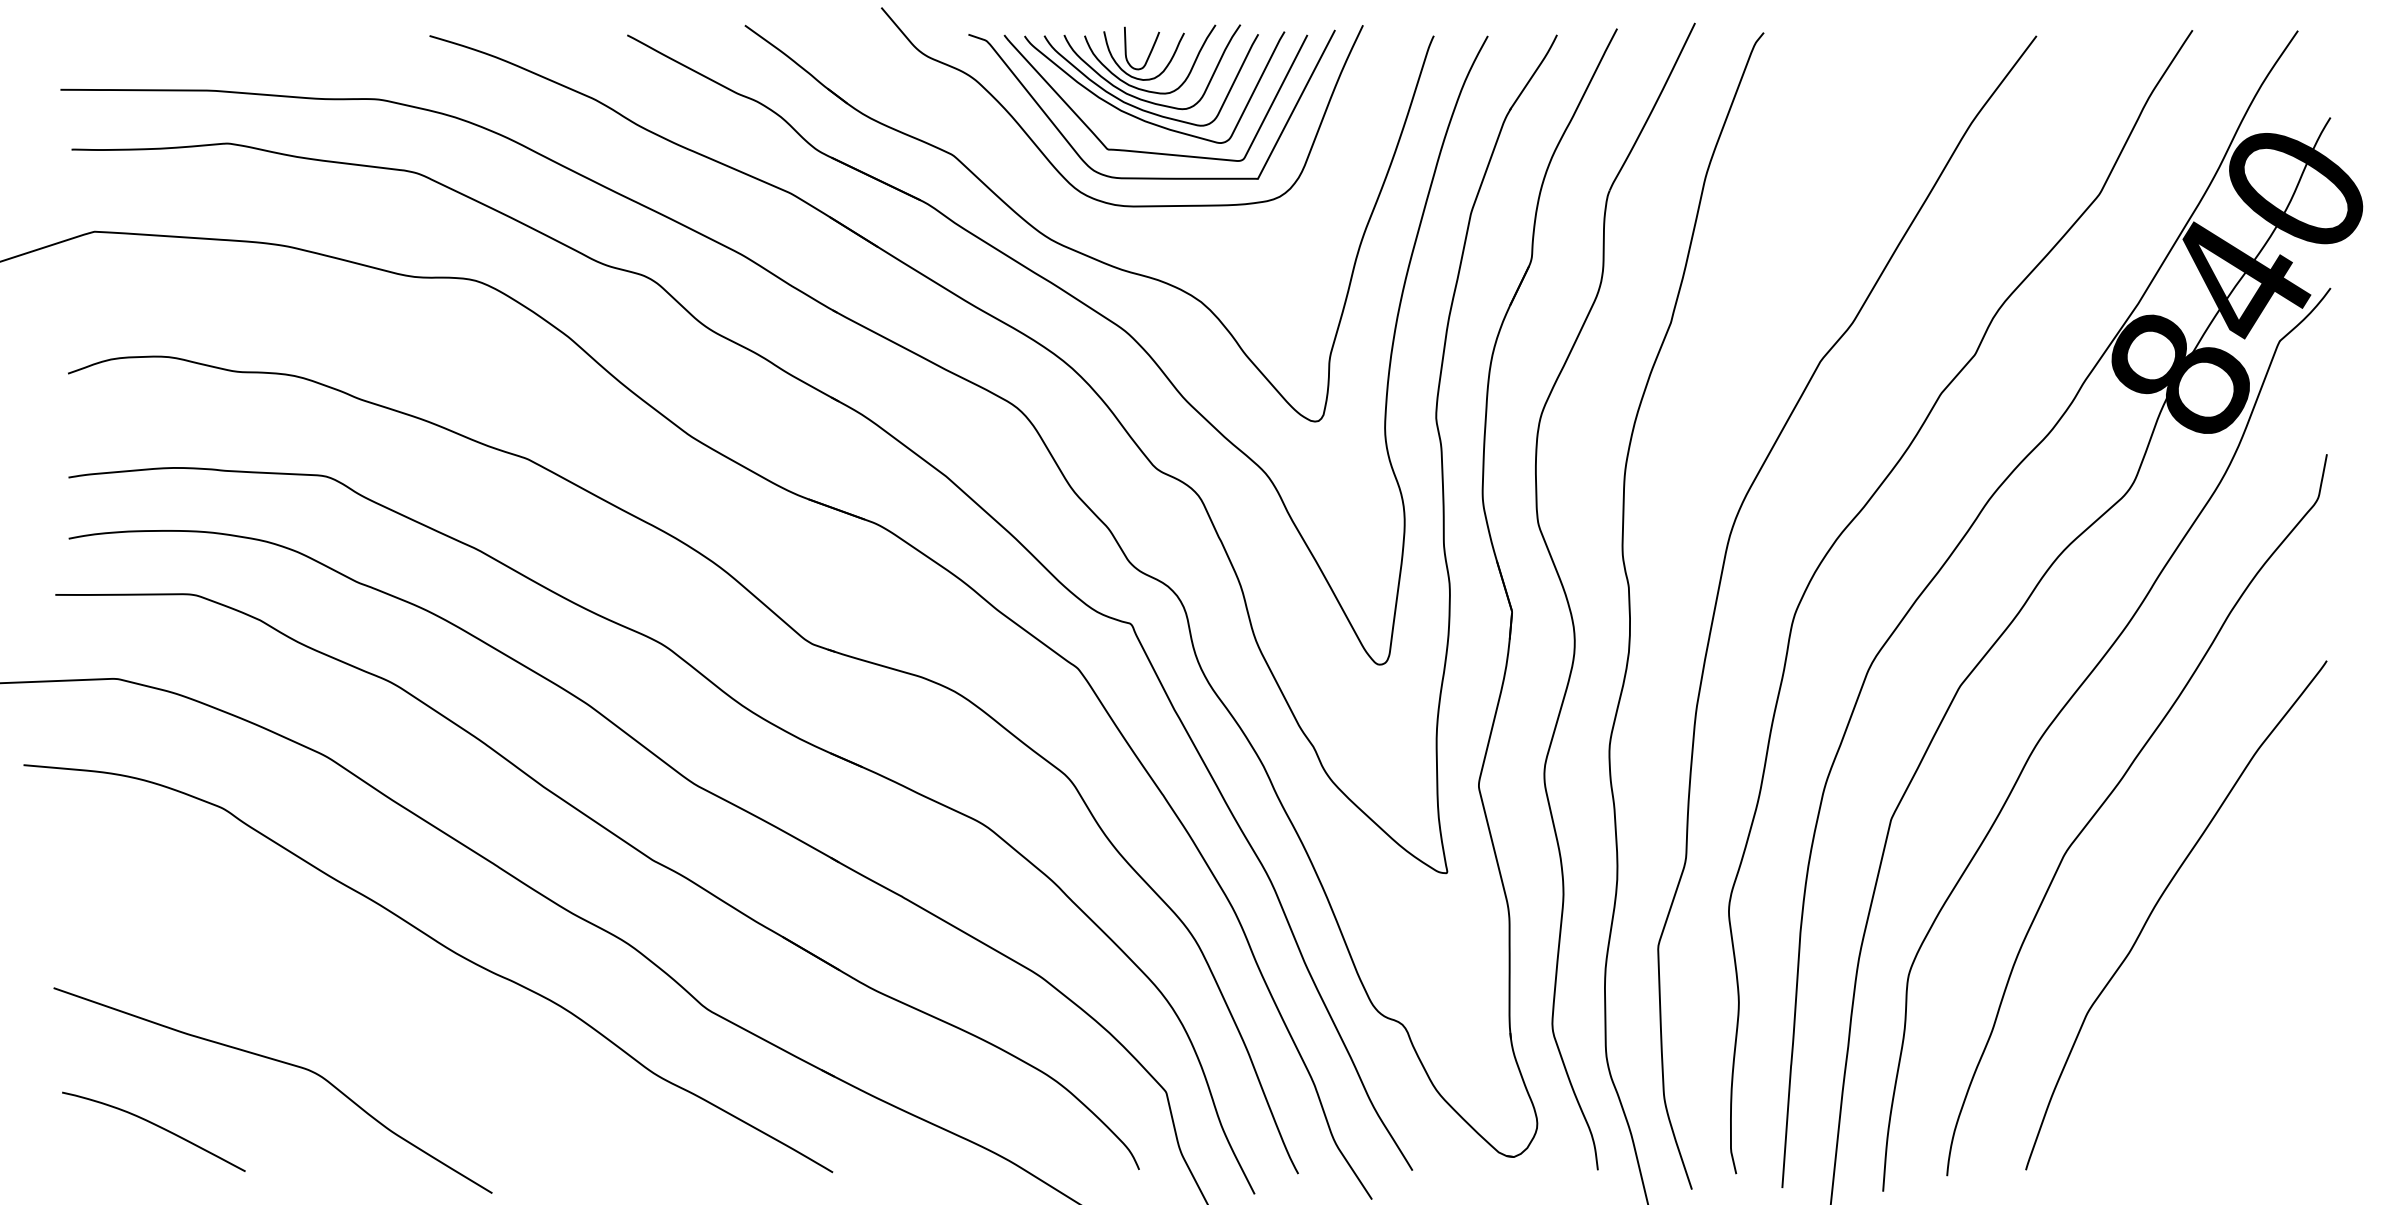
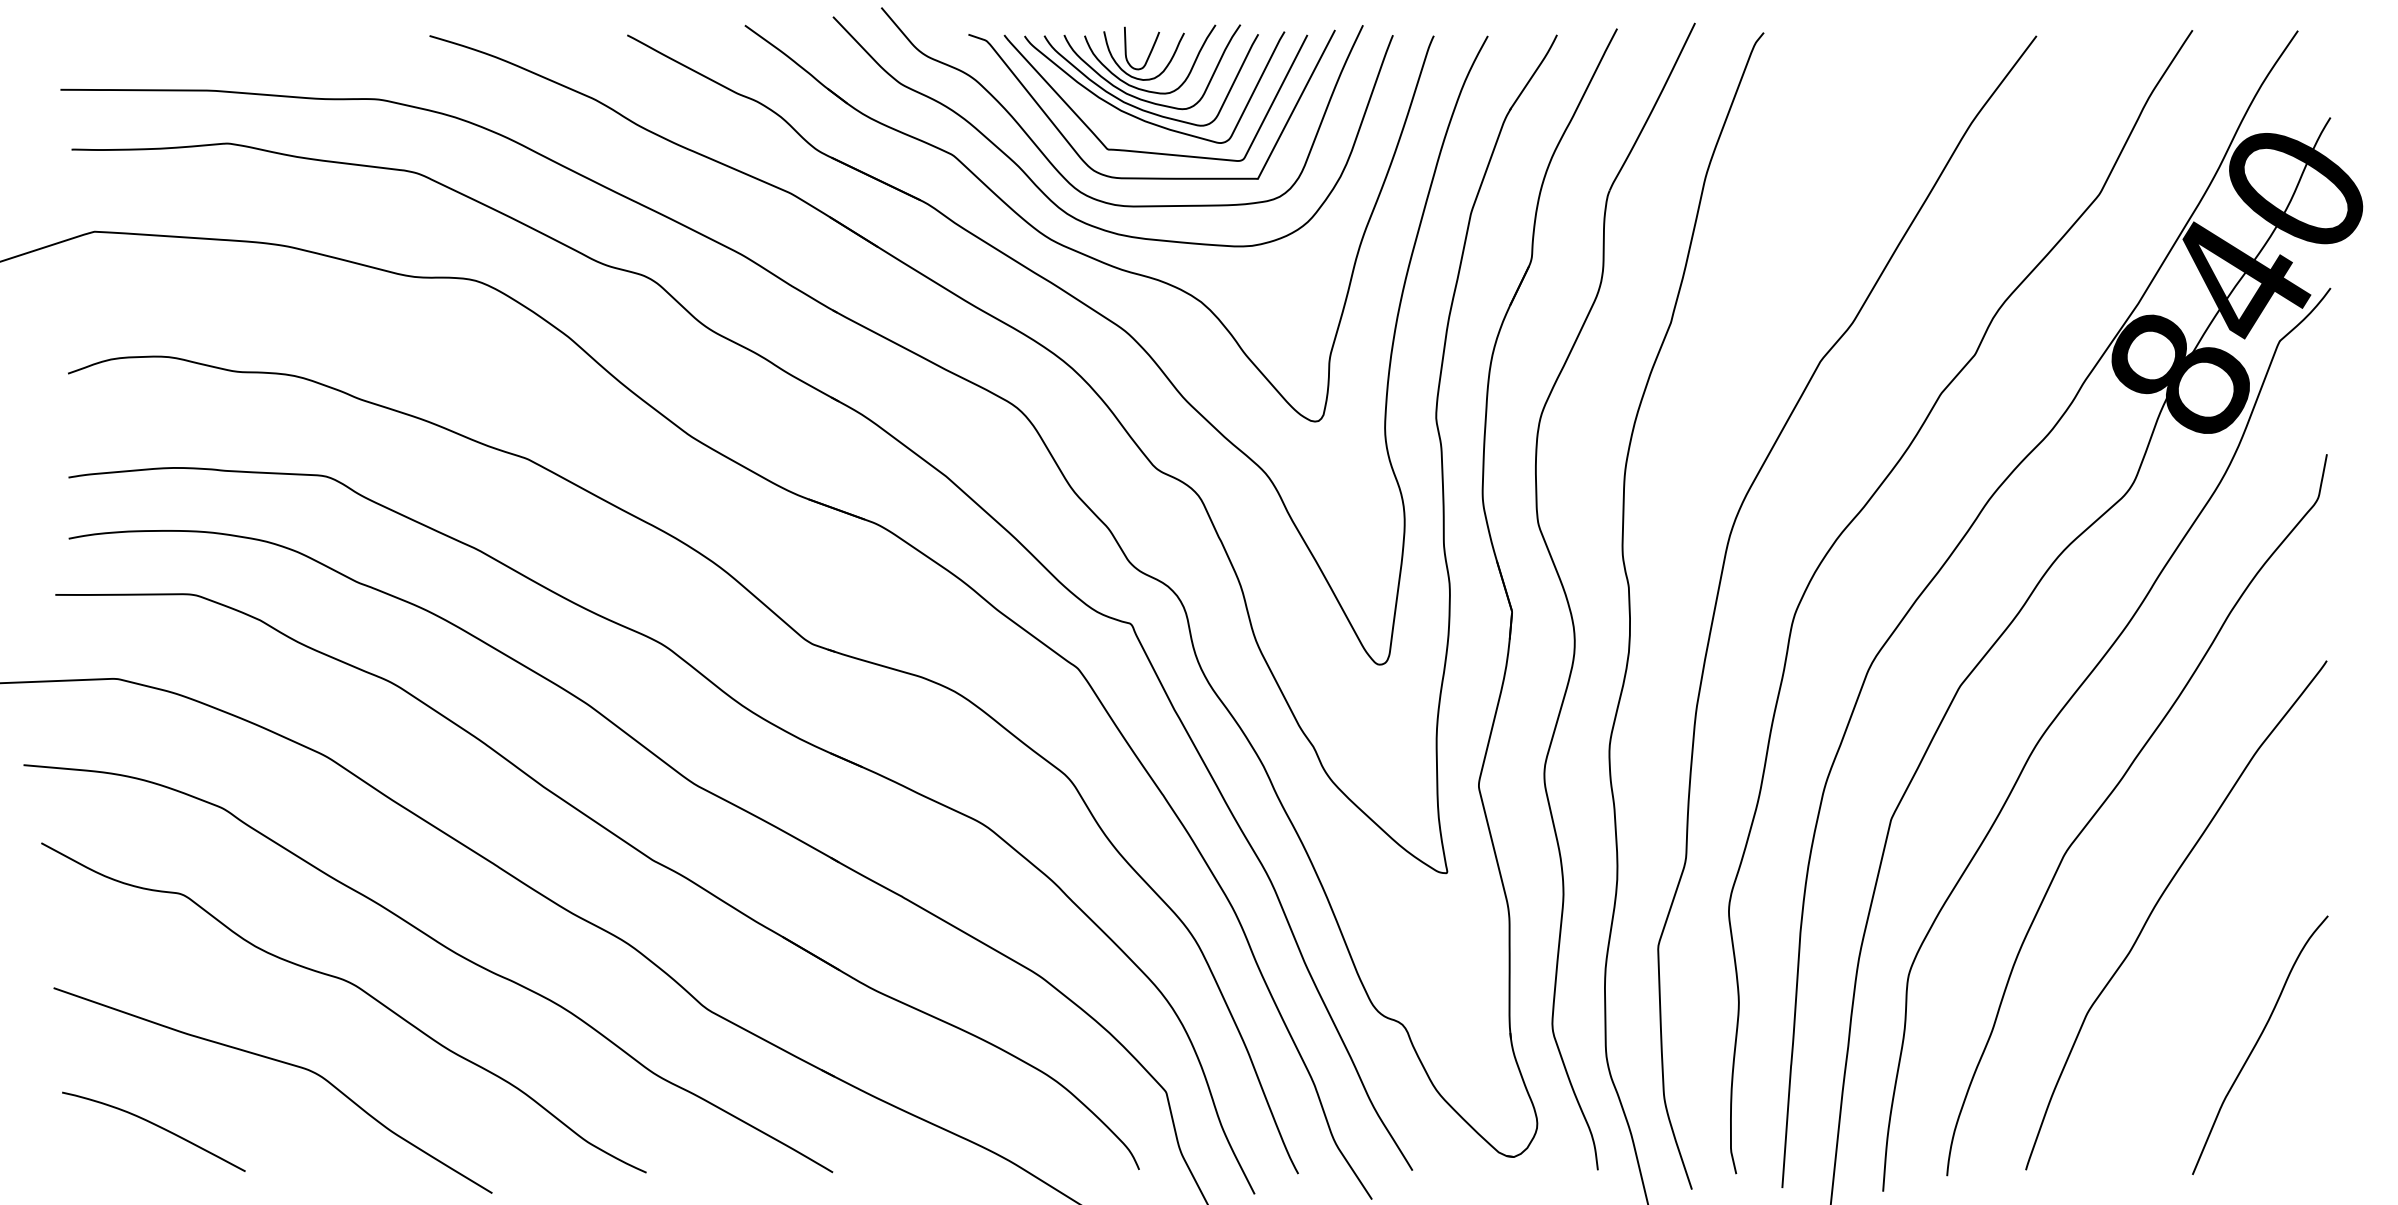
curve at (1047, 195): none -> present
curve at (354, 986): none -> present
curve at (2257, 1043): none -> present
